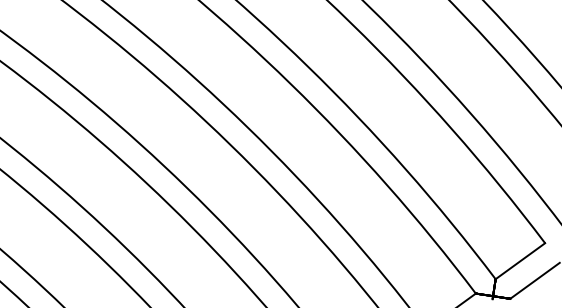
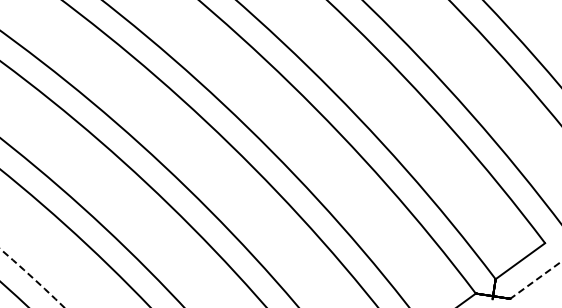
arc at (31, 277): solid -> dashed
line at (535, 280): solid -> dashed
